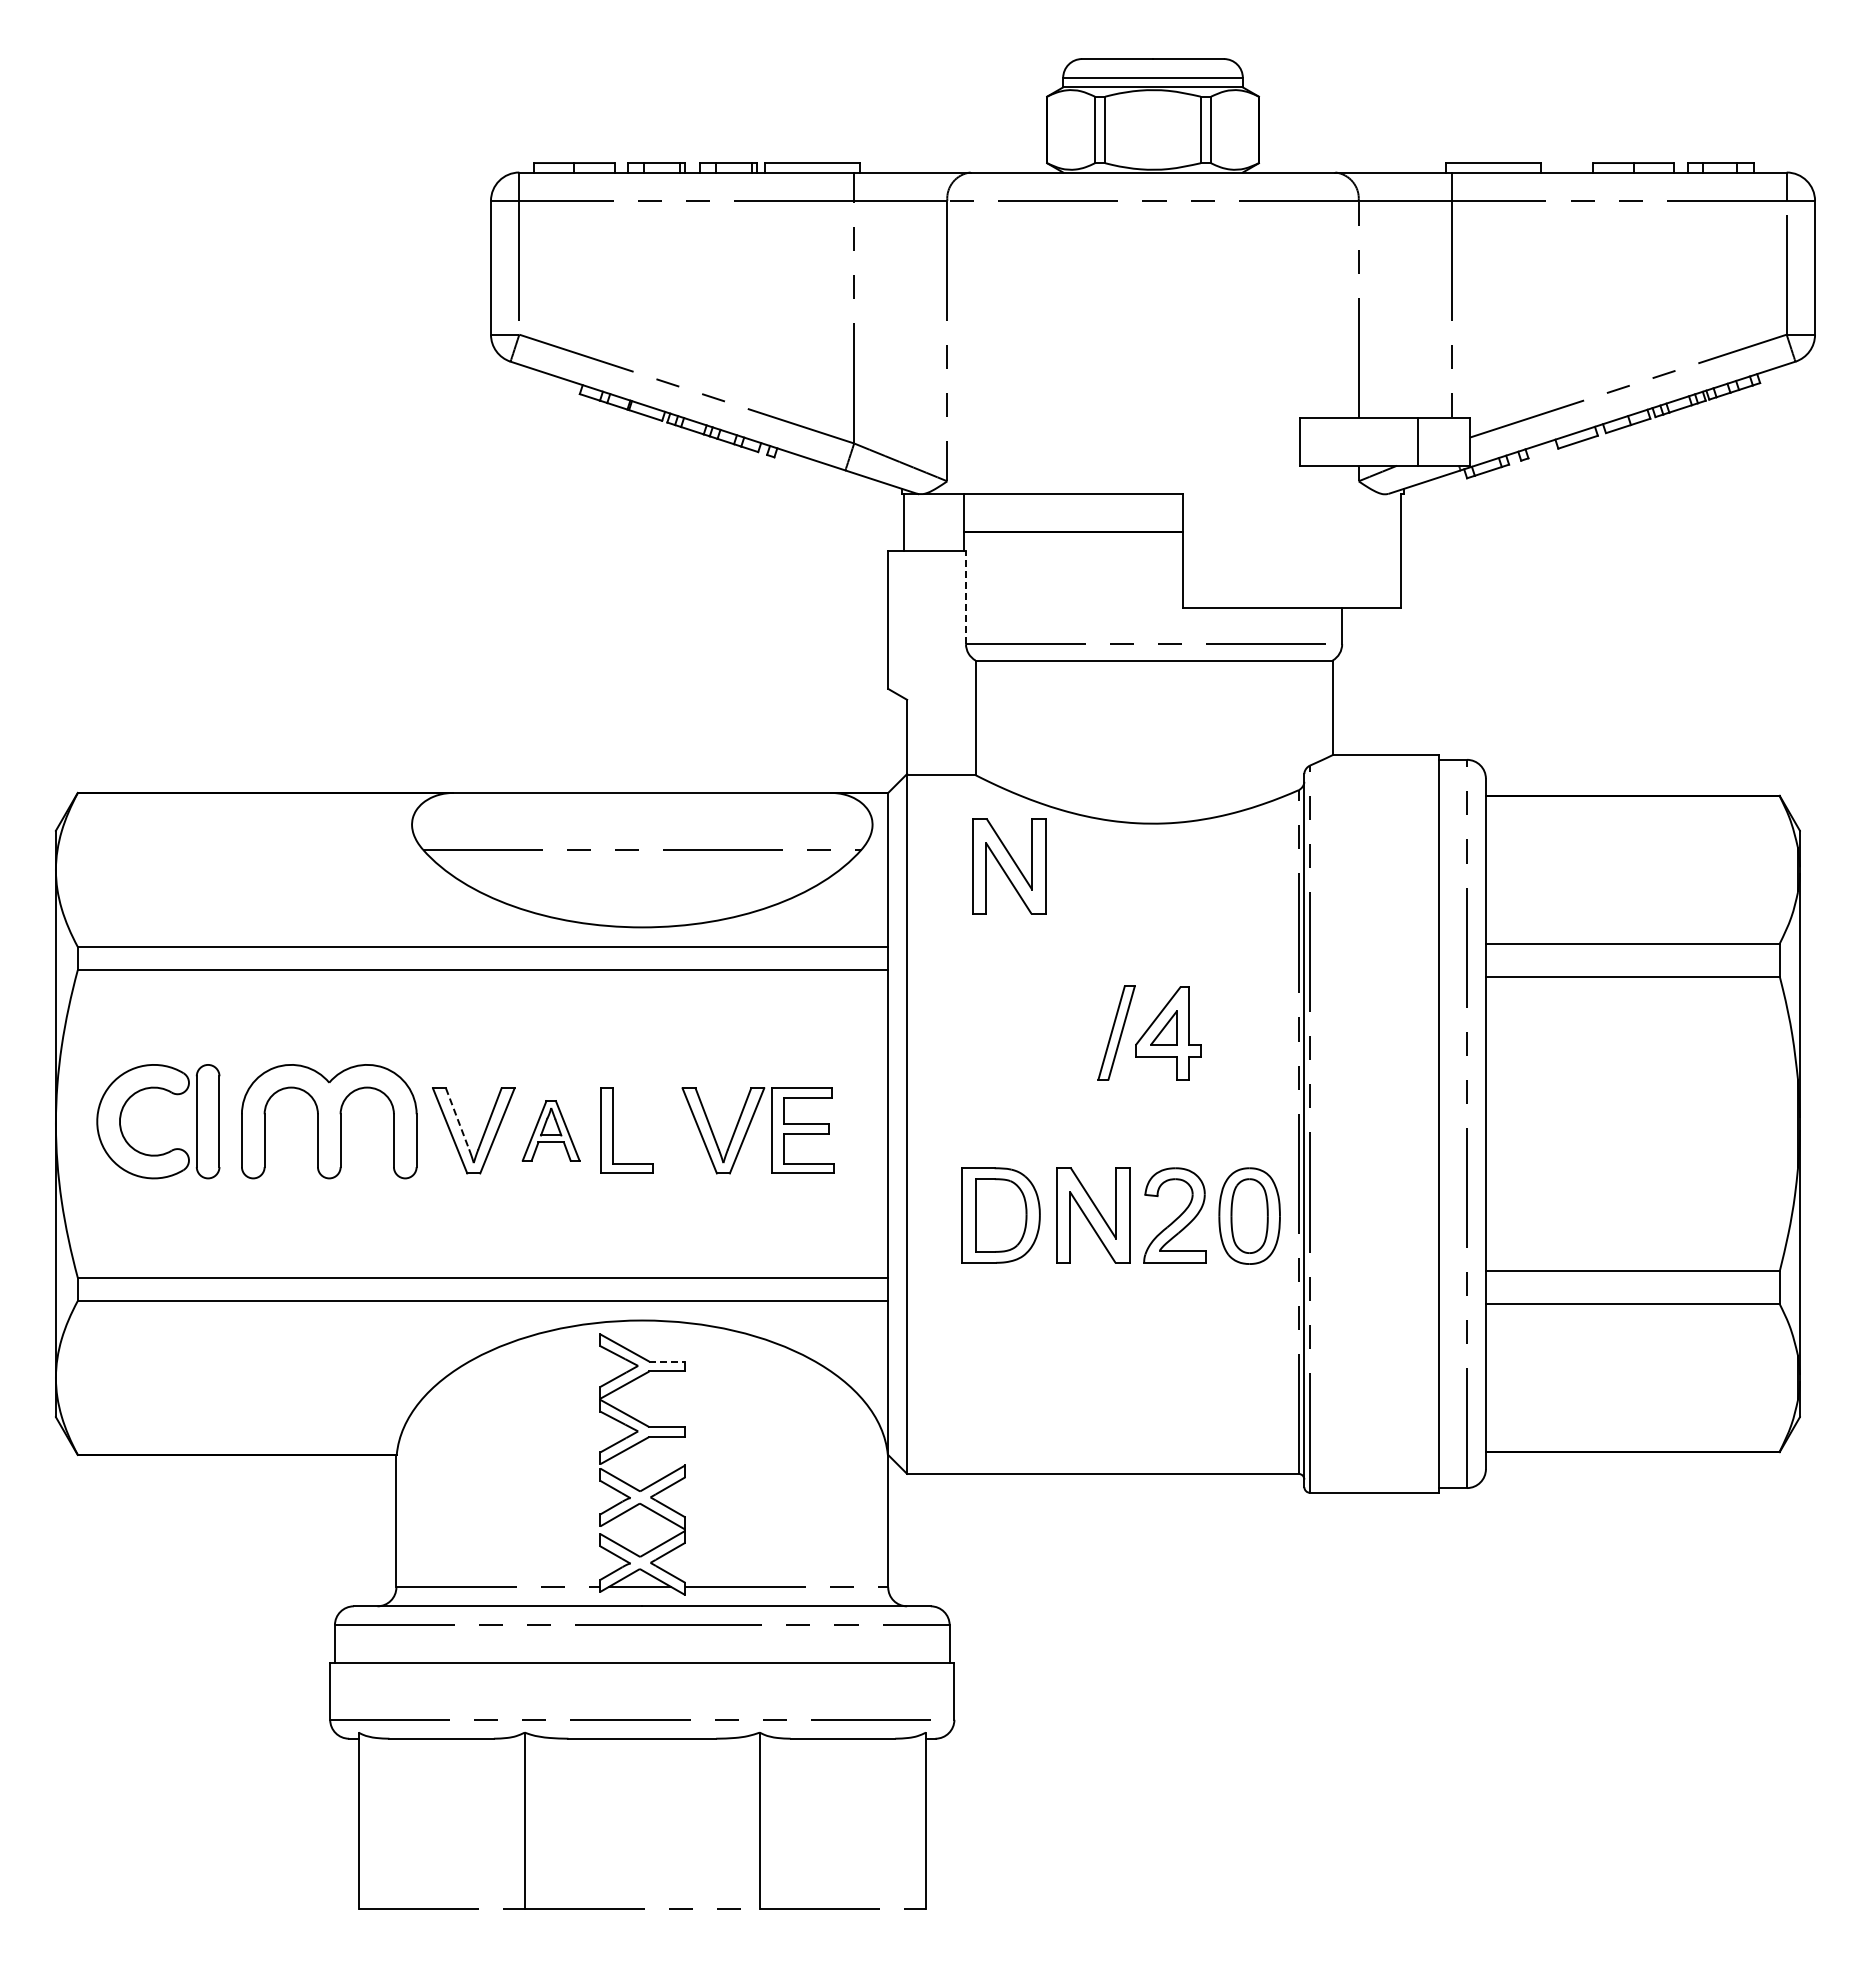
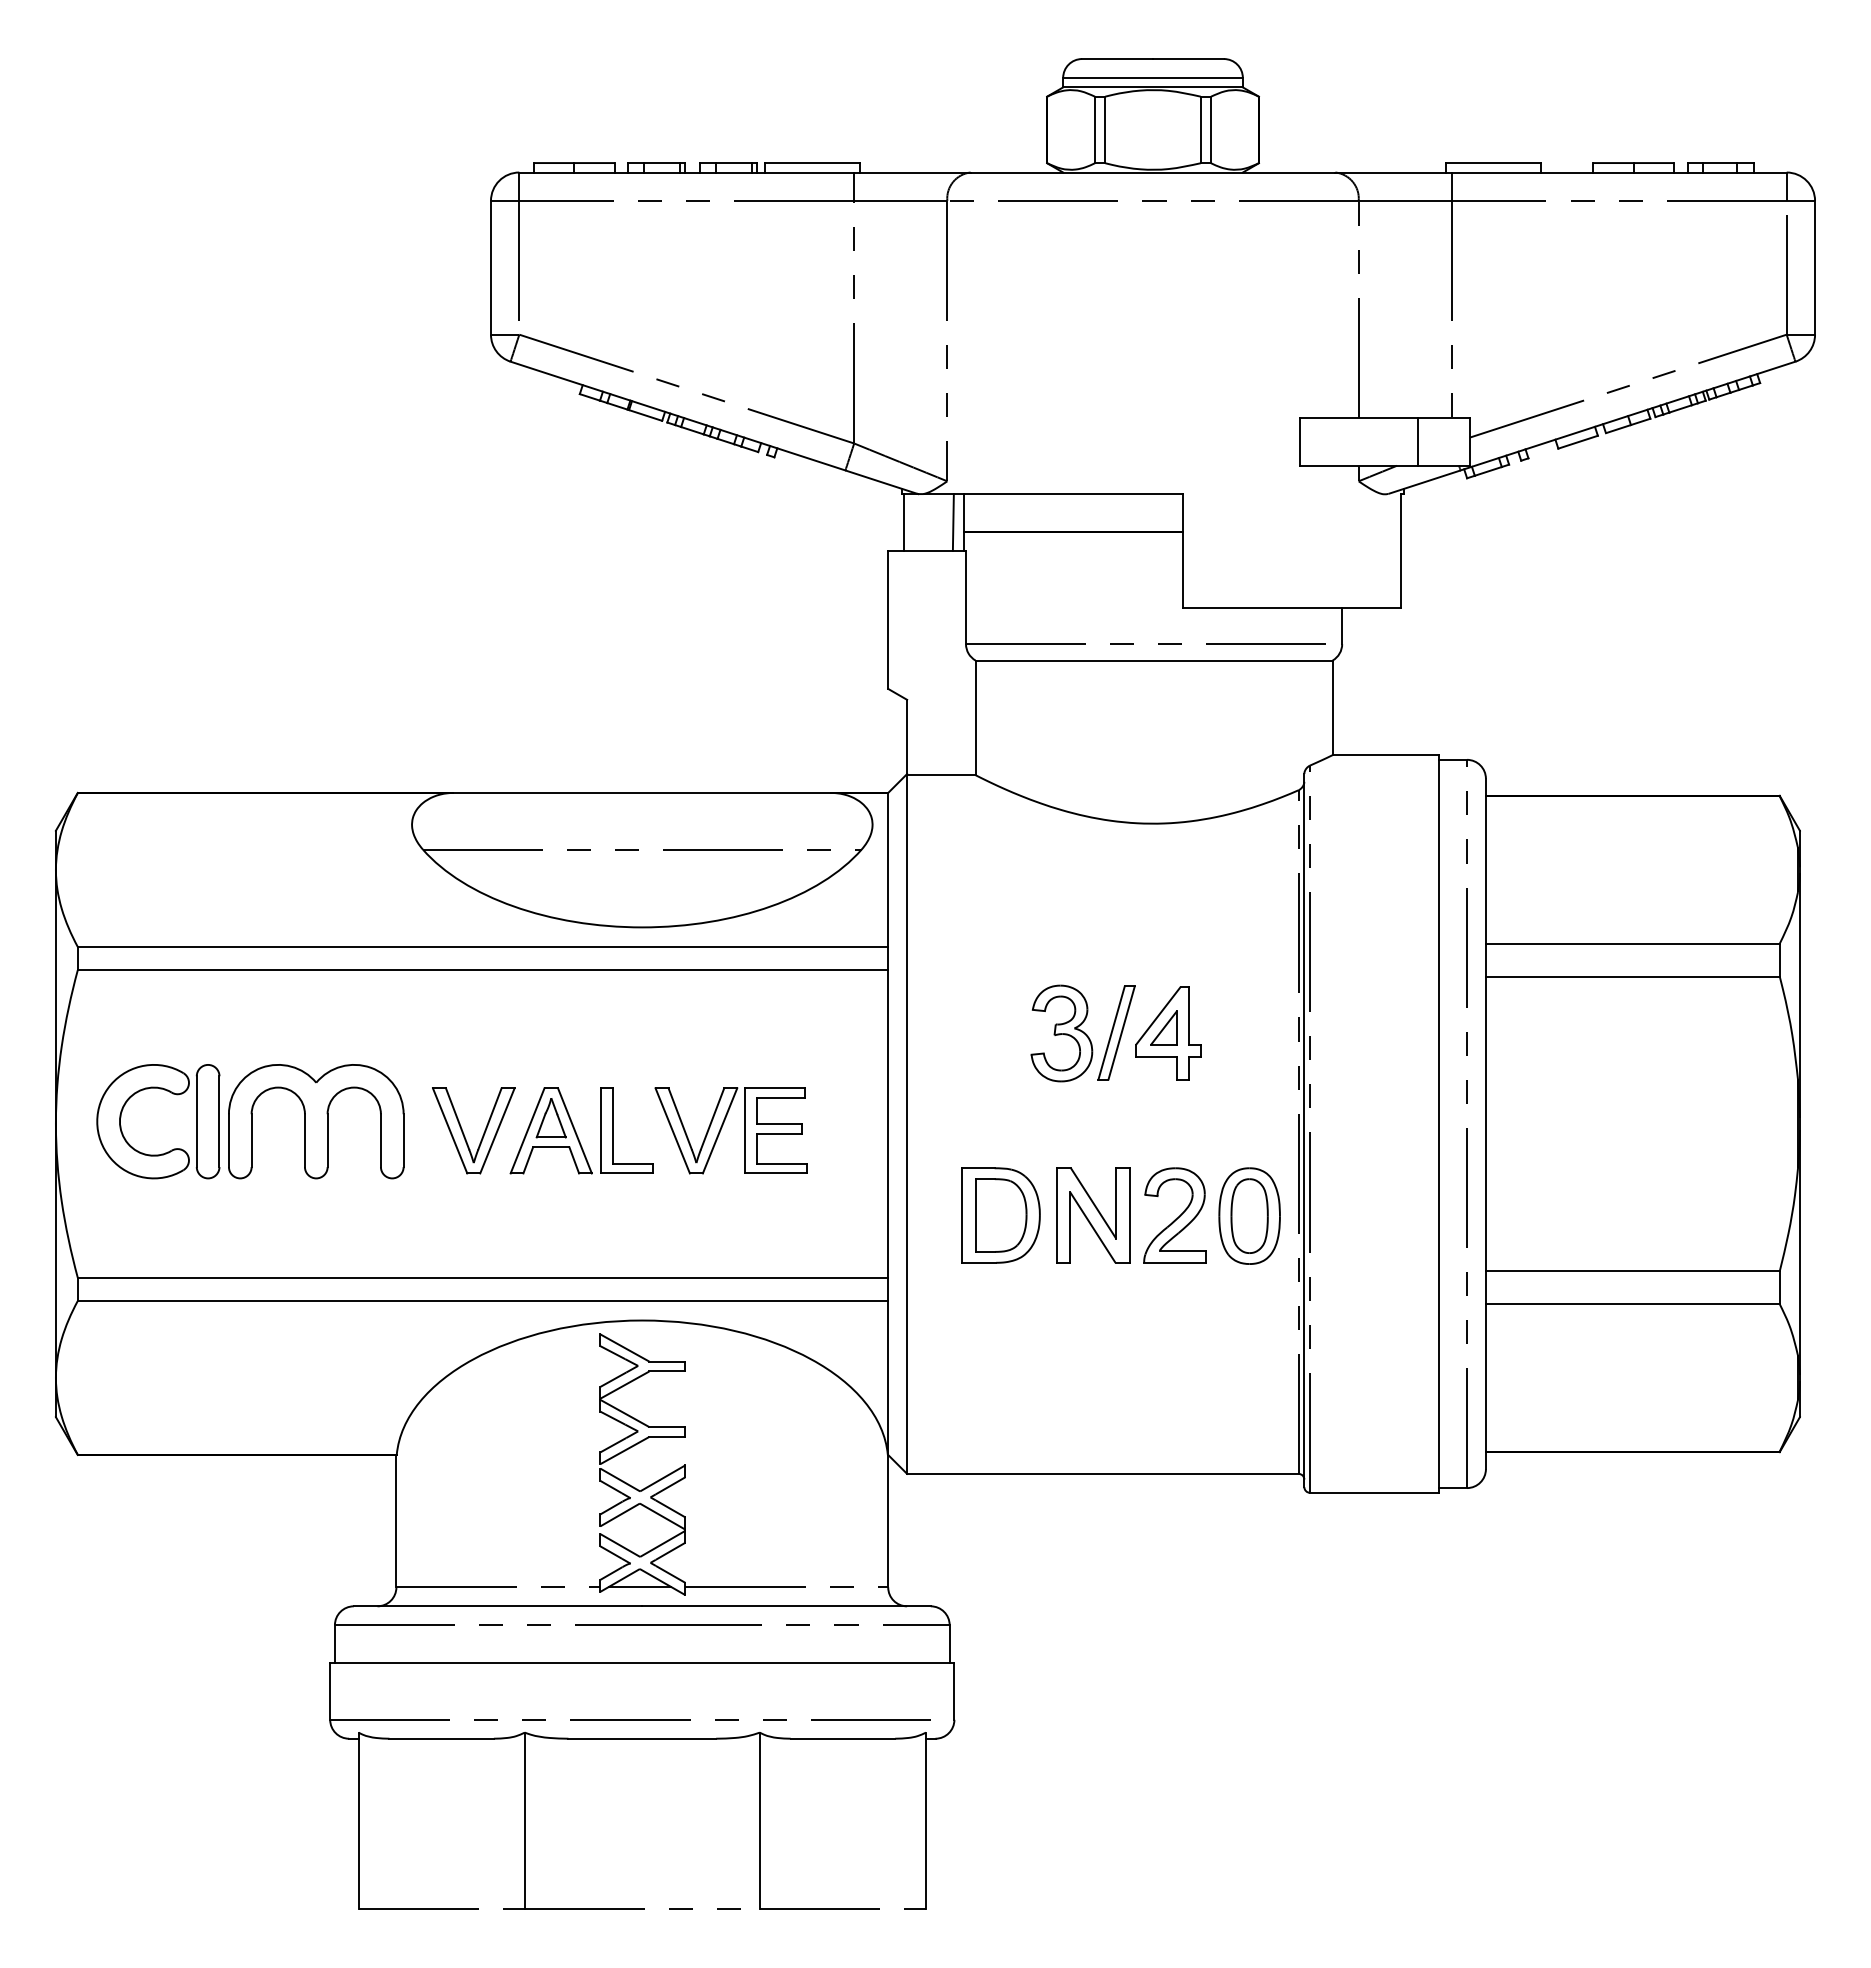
line at (952, 522): none -> present
line at (966, 597): dashed -> solid
part at (1009, 866): present -> none
part at (1061, 1033): none -> present
line at (457, 1118): dashed -> solid
part at (329, 1121) position: (329, 1121) -> (316, 1121)
part at (749, 1127) position: (749, 1127) -> (722, 1127)
part at (550, 1130) size: 60x62 px -> 84x88 px
line at (667, 1361): dashed -> solid
